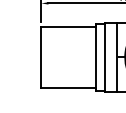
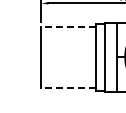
line at (68, 27): solid -> dashed
line at (68, 87): solid -> dashed
